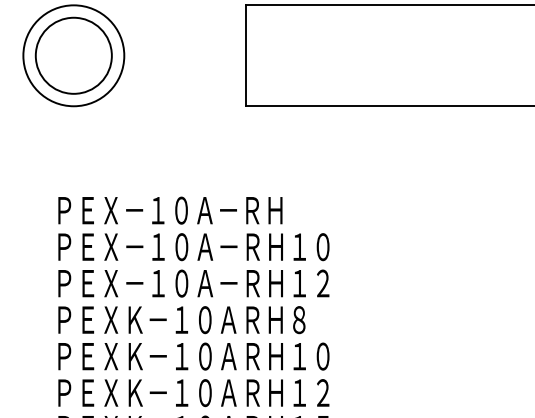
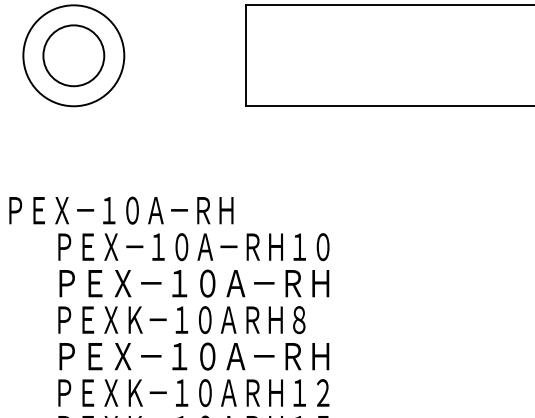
circle at (73, 55) diameter: 76 px -> 61 px
text at (170, 210) position: (170, 210) -> (121, 210)
text at (193, 283): ＰＥＸ－１０Ａ－ＲＨ１２ -> ＰＥＸ－１０Ａ－ＲＨ
text at (193, 356): ＰＥＸＫ－１０ＡＲＨ１０ -> ＰＥＸ－１０Ａ－ＲＨ
